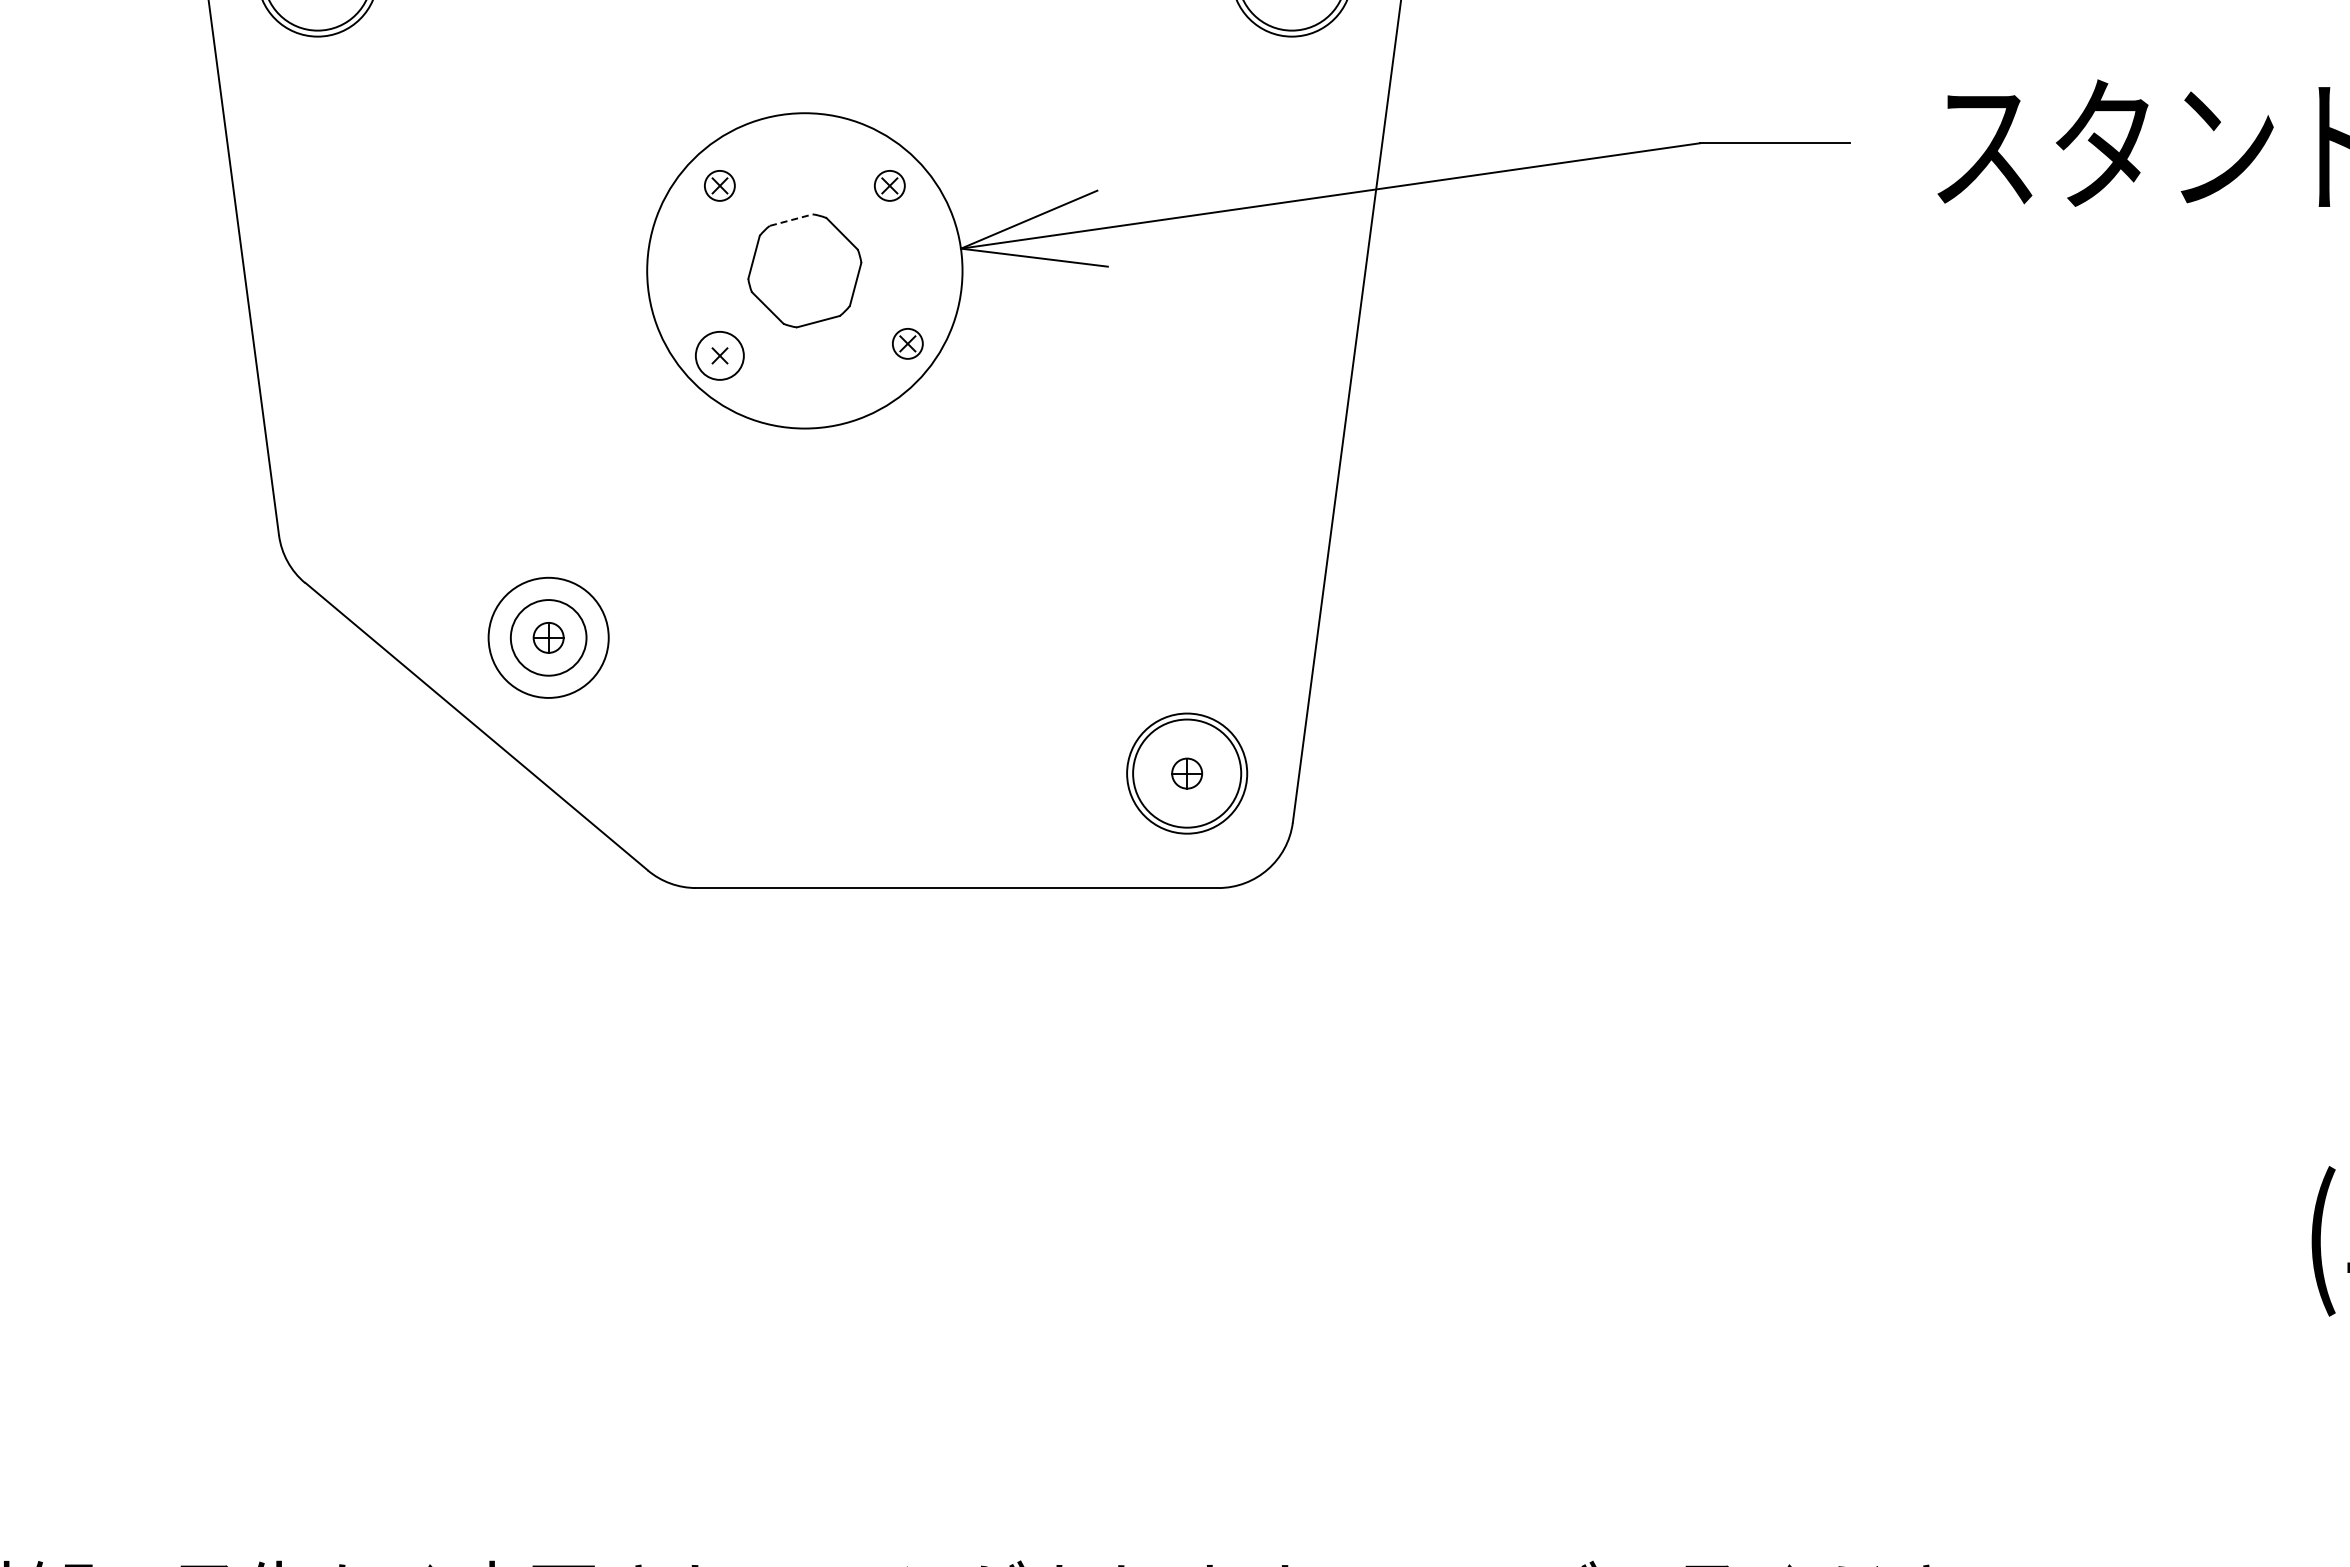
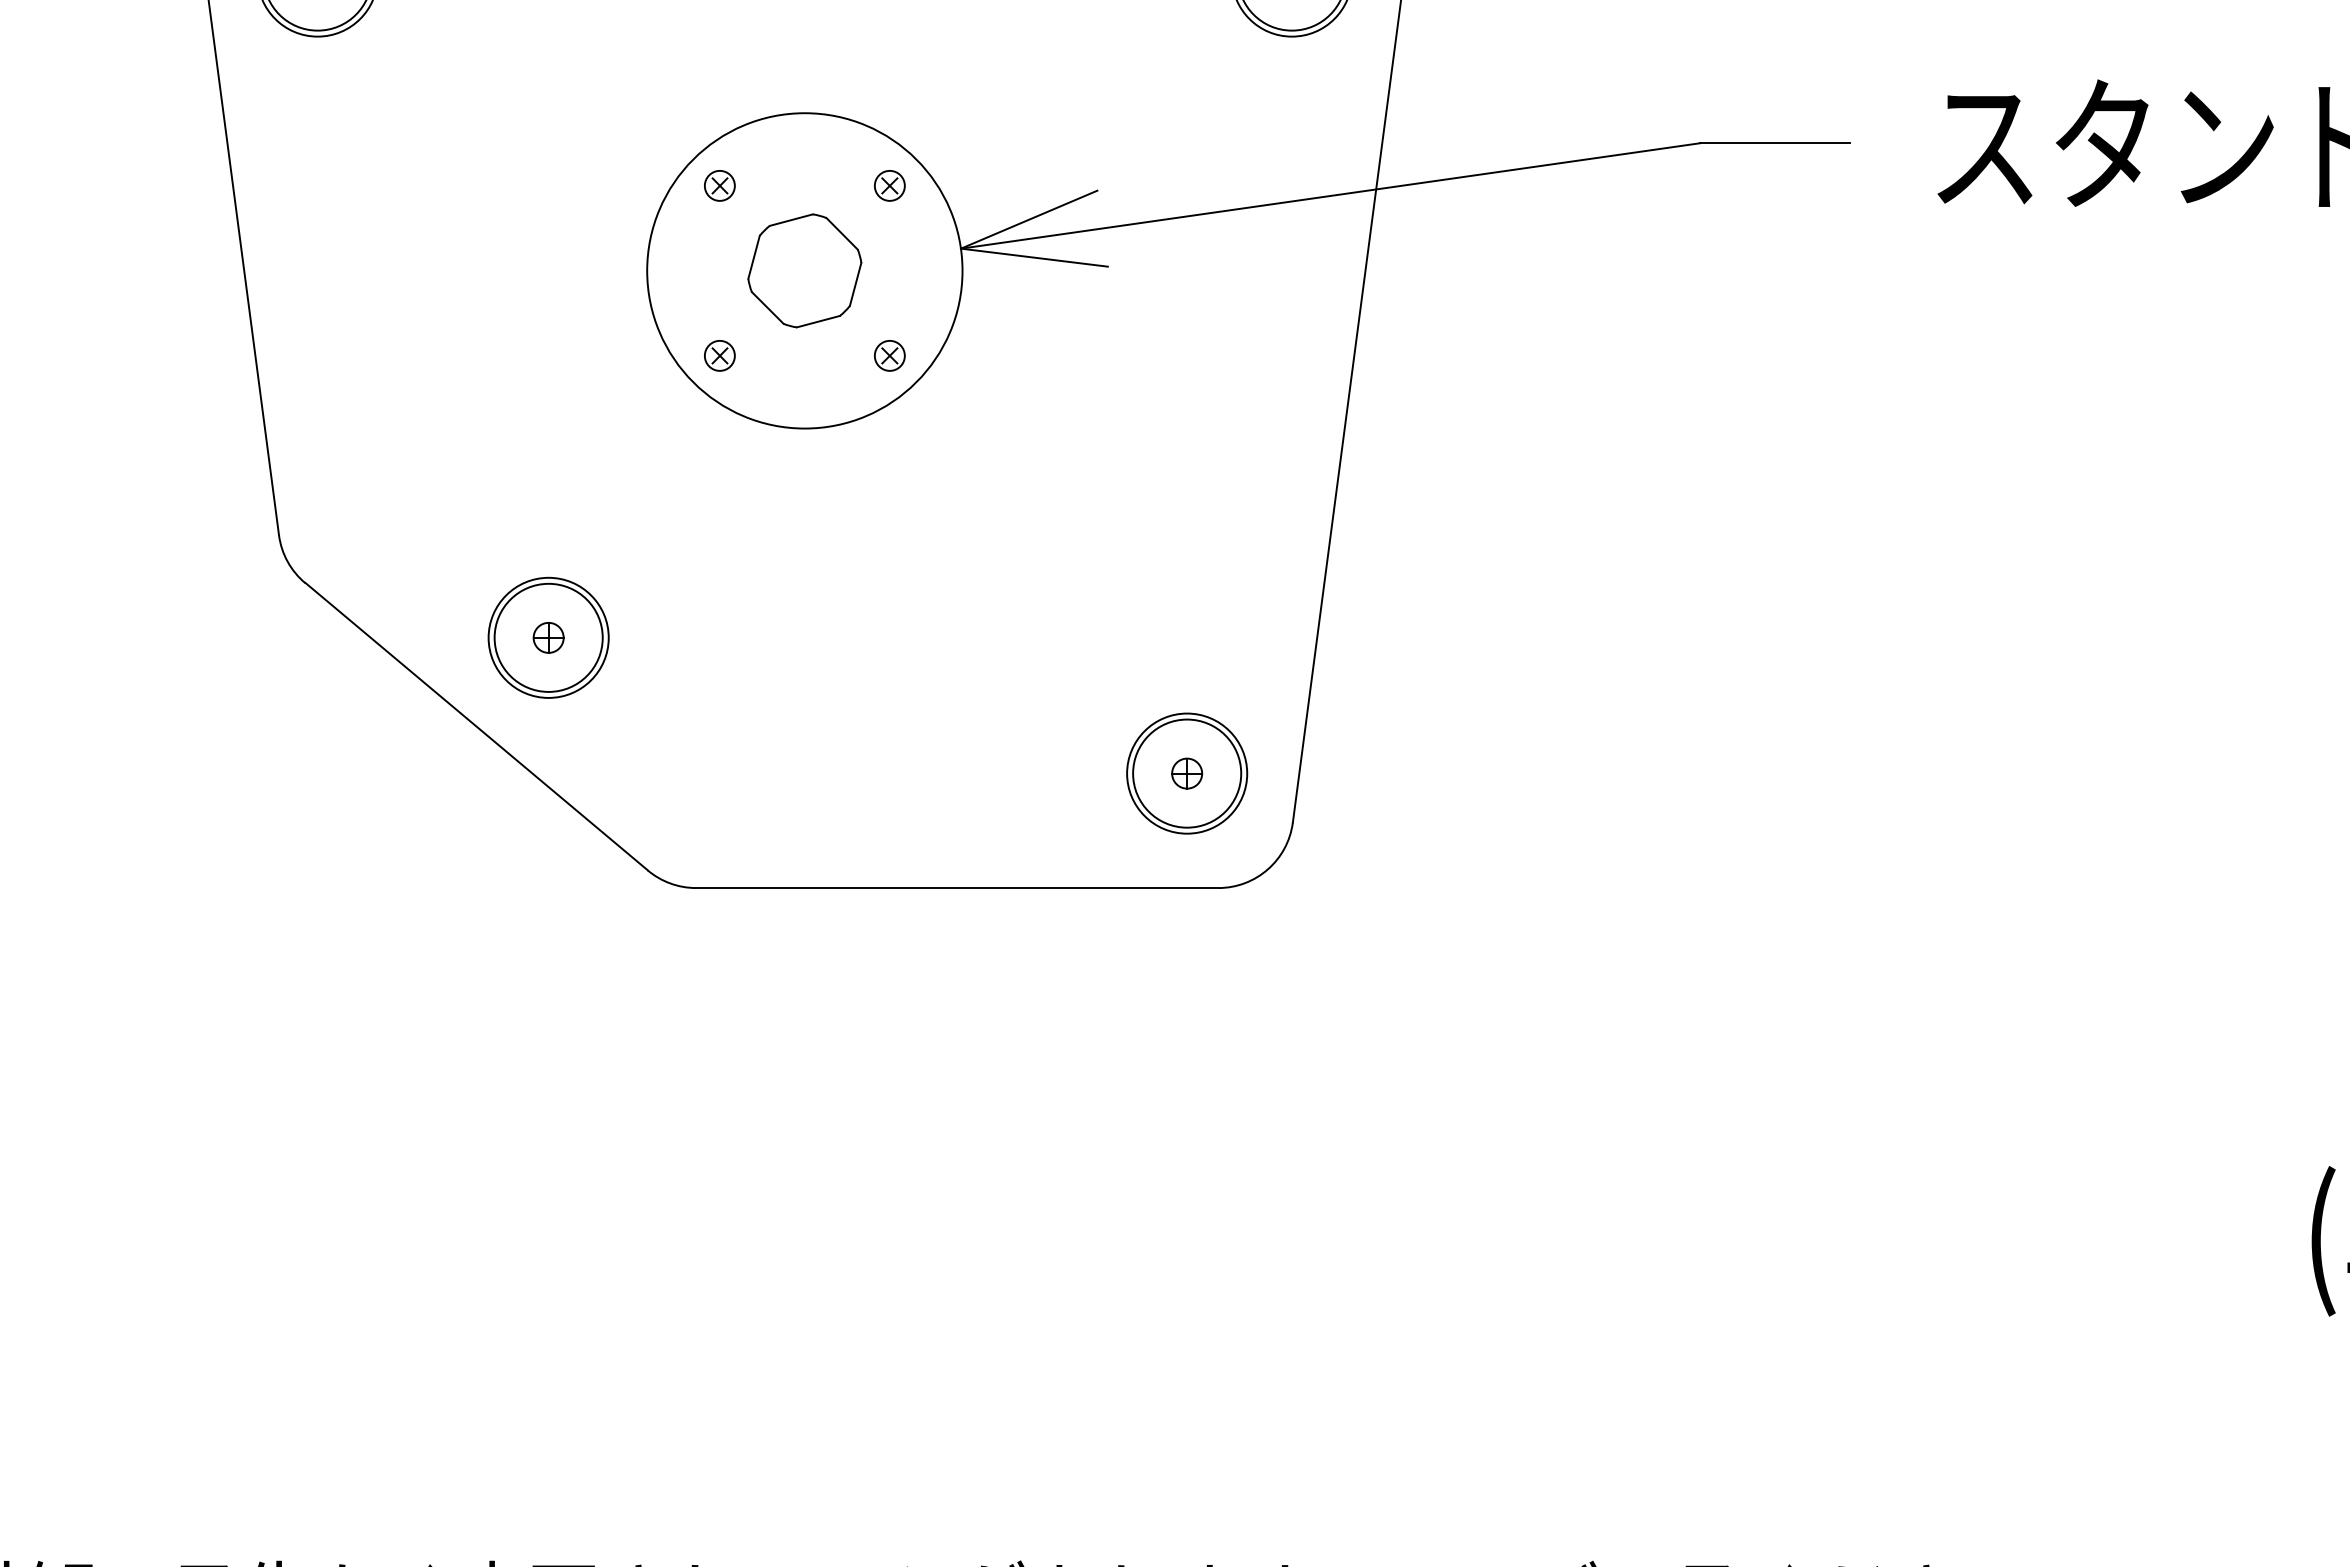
line at (791, 220): dashed -> solid
part at (907, 343) position: (907, 343) -> (889, 355)
circle at (719, 355) diameter: 48 px -> 30 px
circle at (548, 637) diameter: 76 px -> 108 px
